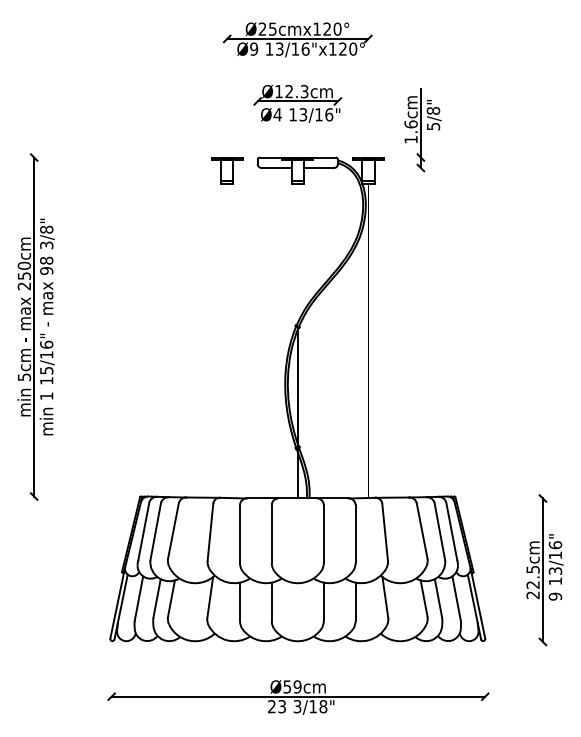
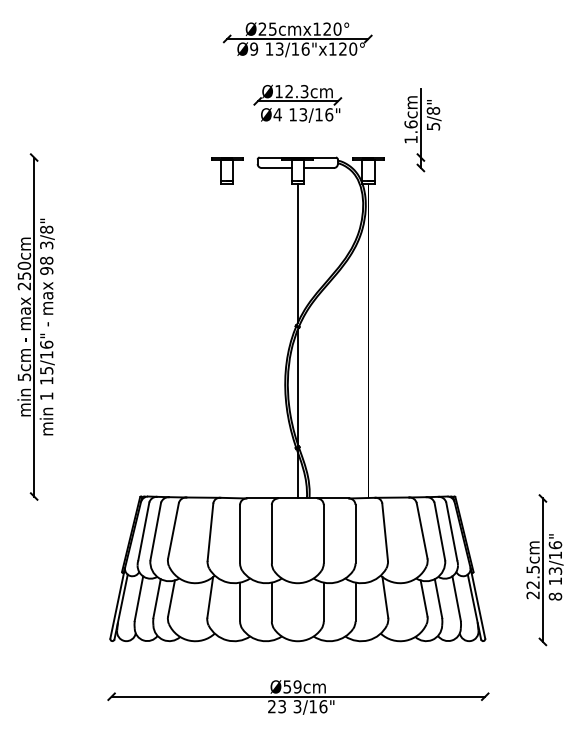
line at (297, 253): none -> present
text at (555, 596): 9 -> 8
text at (323, 706): 3/18" -> 3/16"
